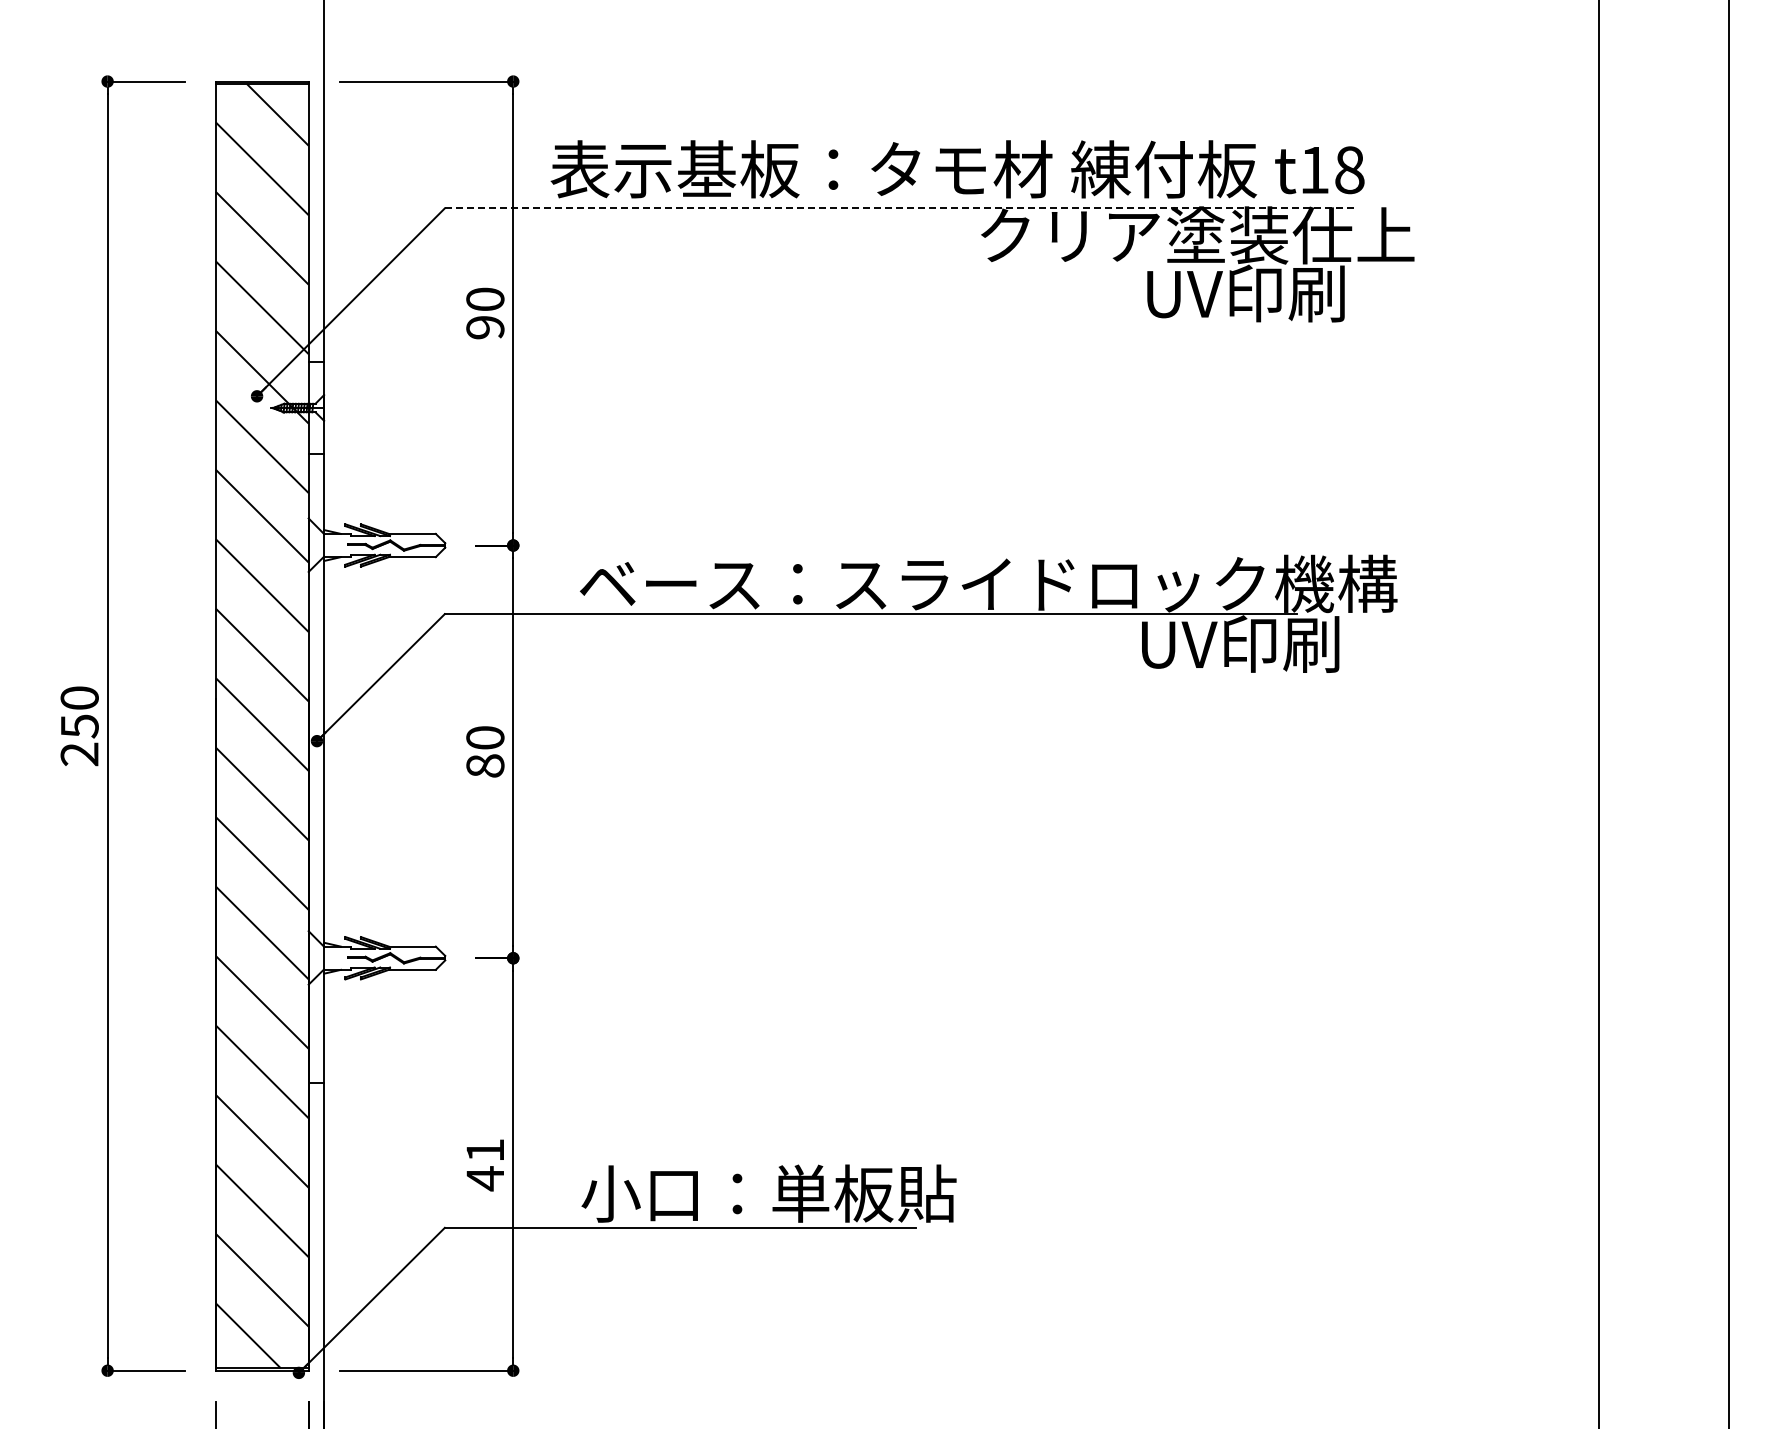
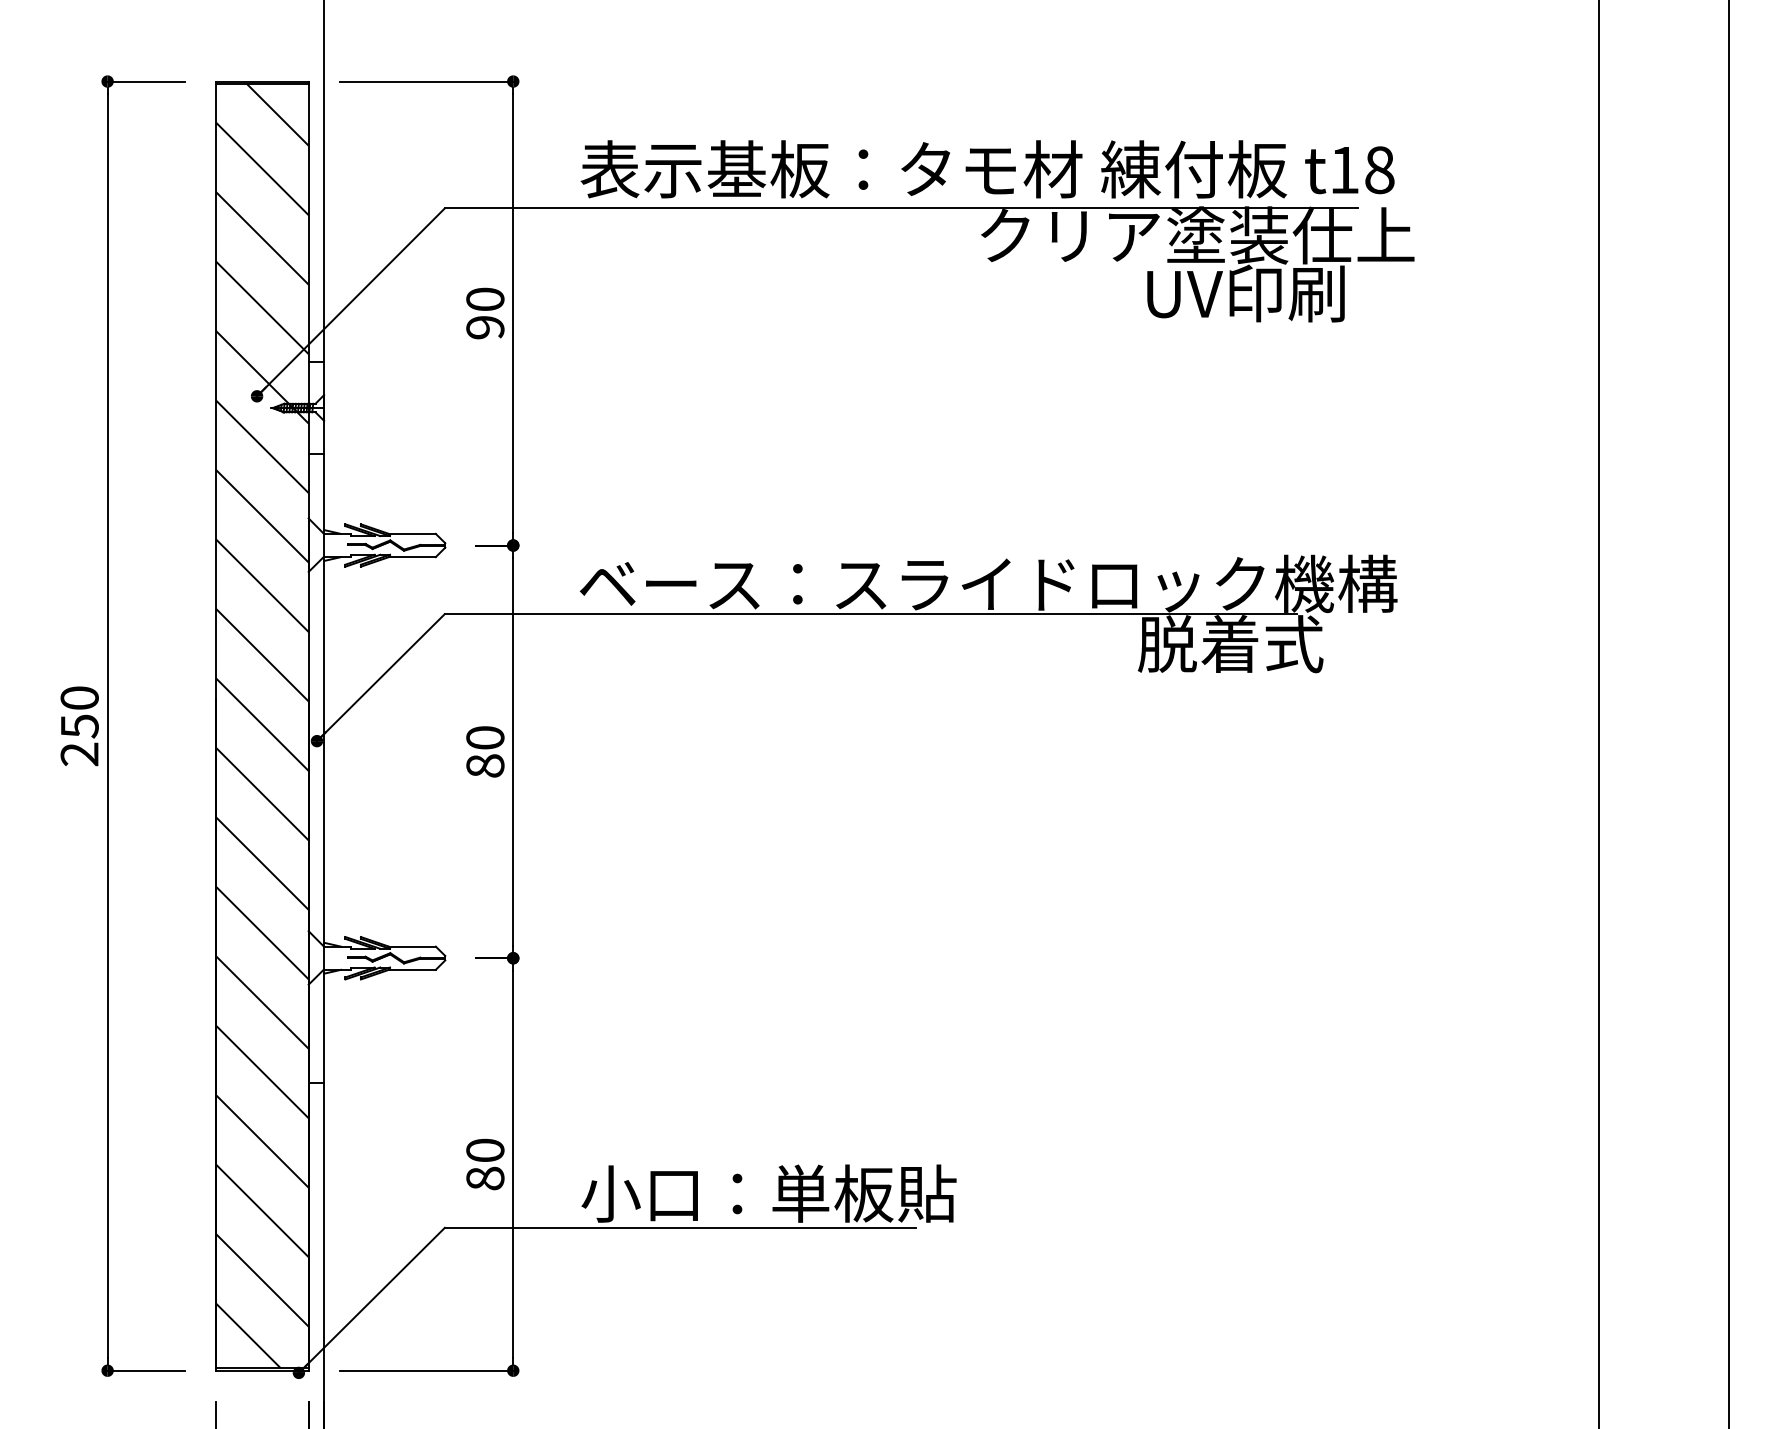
text at (957, 169) position: (957, 169) -> (987, 169)
line at (901, 208): dashed -> solid
text at (1238, 644): UV印刷 -> 脱着式
text at (485, 1164): 41 -> 80
